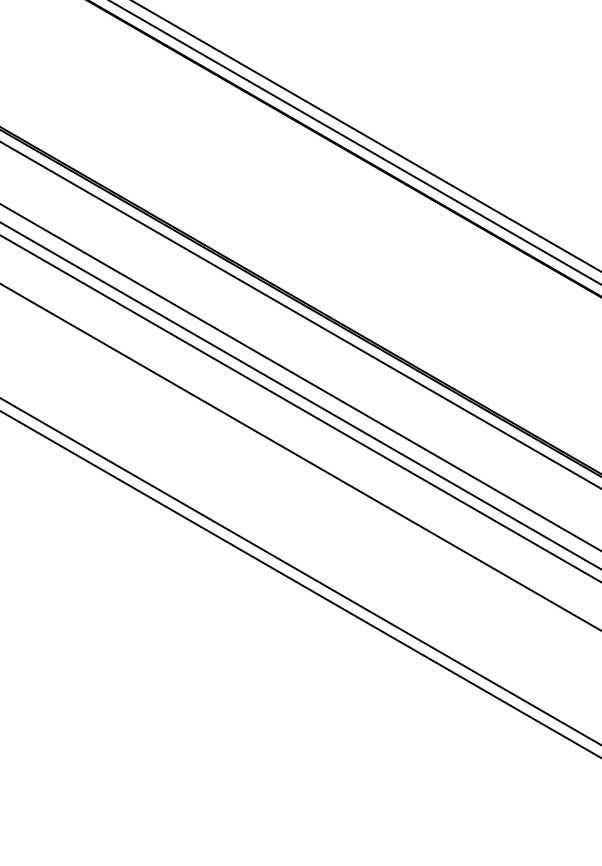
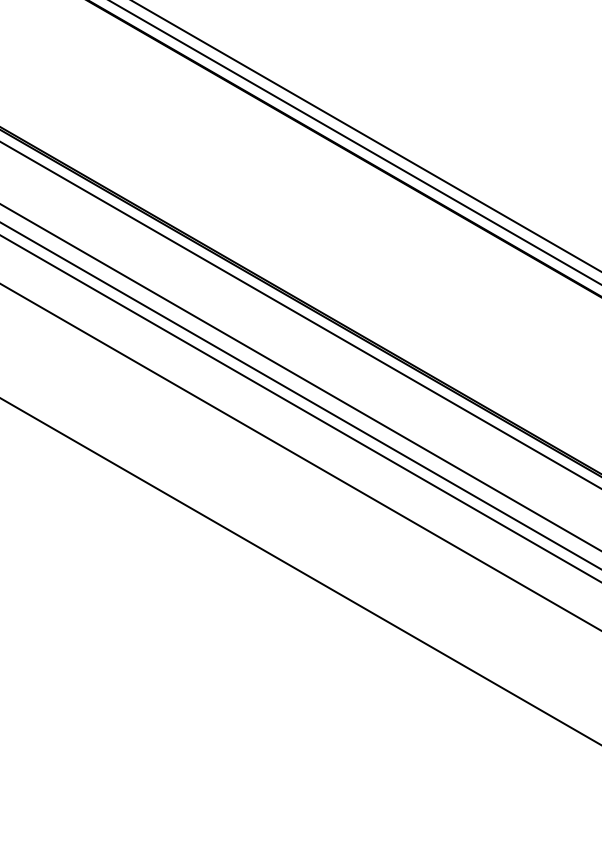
line at (300, 584): present -> none
